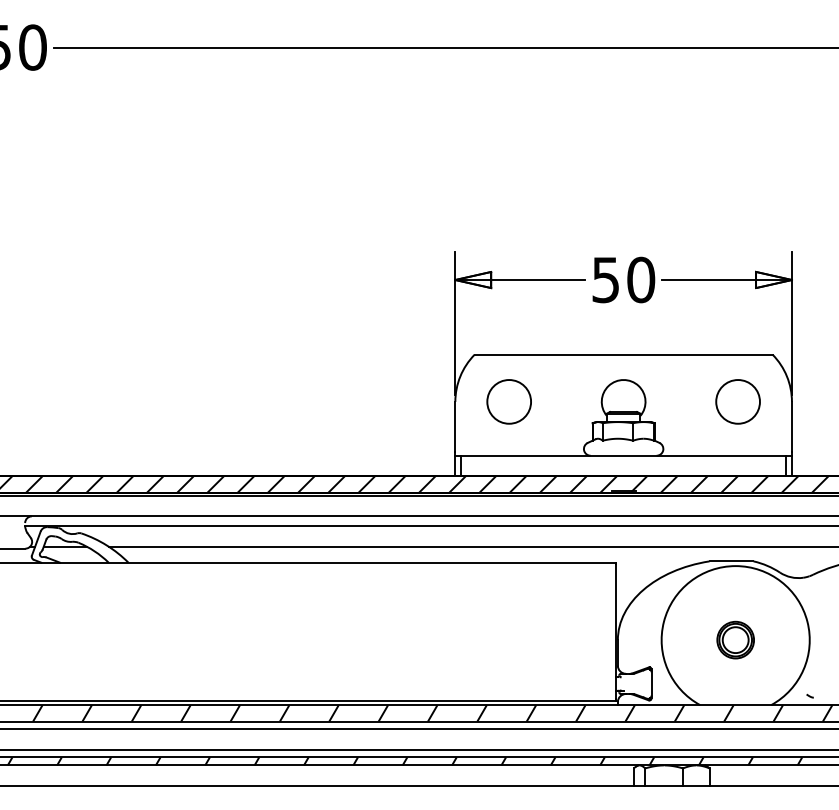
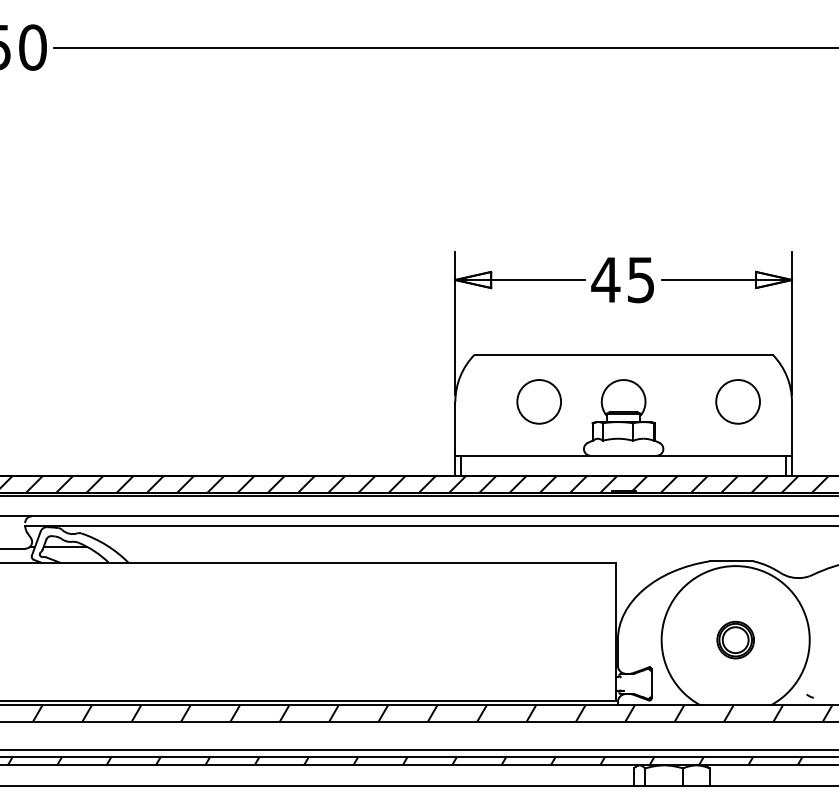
text at (623, 279): 50 -> 45
circle at (508, 401) position: (508, 401) -> (538, 401)
line at (471, 546): present -> none
line at (418, 728): present -> none
